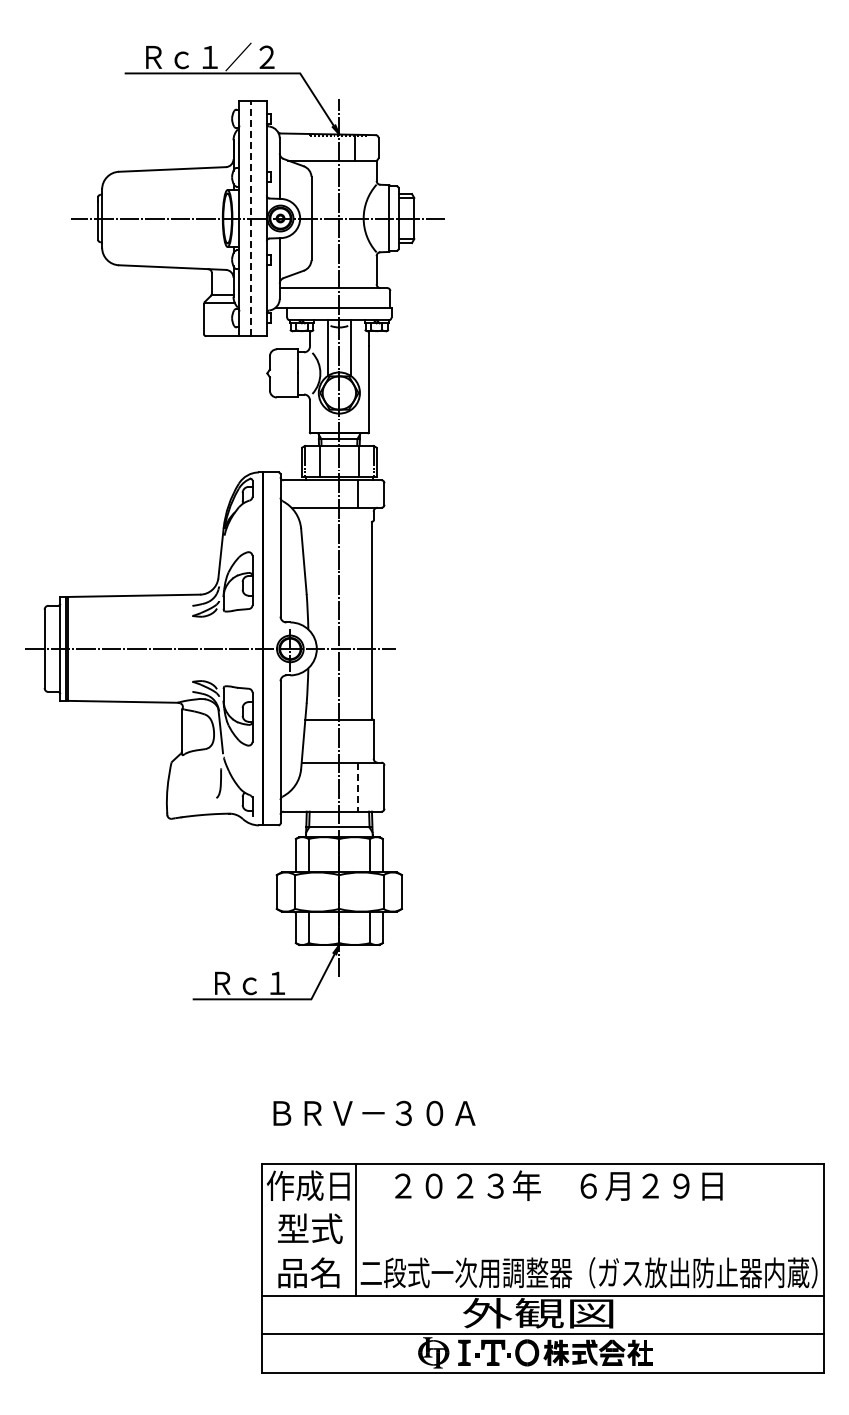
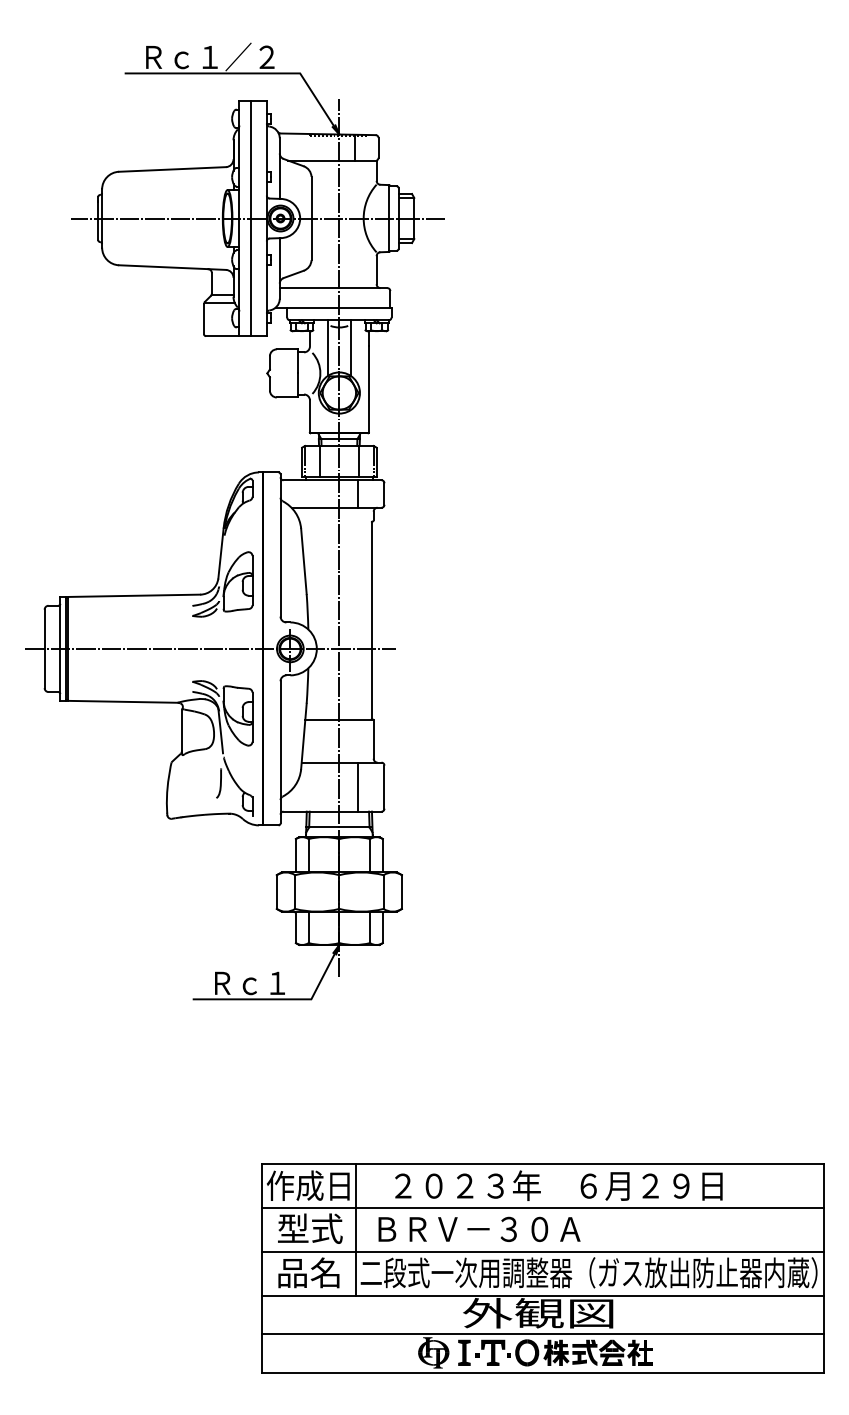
line at (251, 218): dashed -> solid
line at (358, 787): dashed -> solid
text at (374, 1112) position: (374, 1112) -> (479, 1228)
line at (542, 1208): none -> present
line at (542, 1252): none -> present
